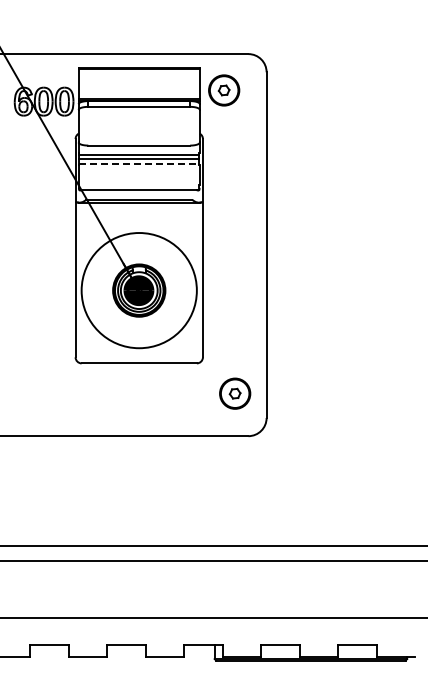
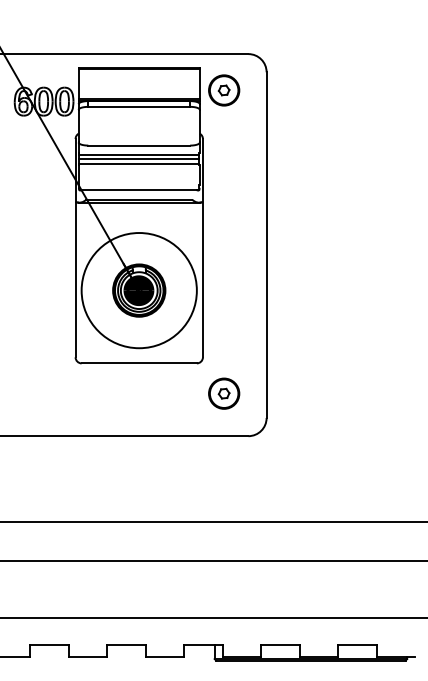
line at (139, 164): dashed -> solid
part at (235, 393) position: (235, 393) -> (224, 393)
line at (213, 545) position: (213, 545) -> (213, 521)
